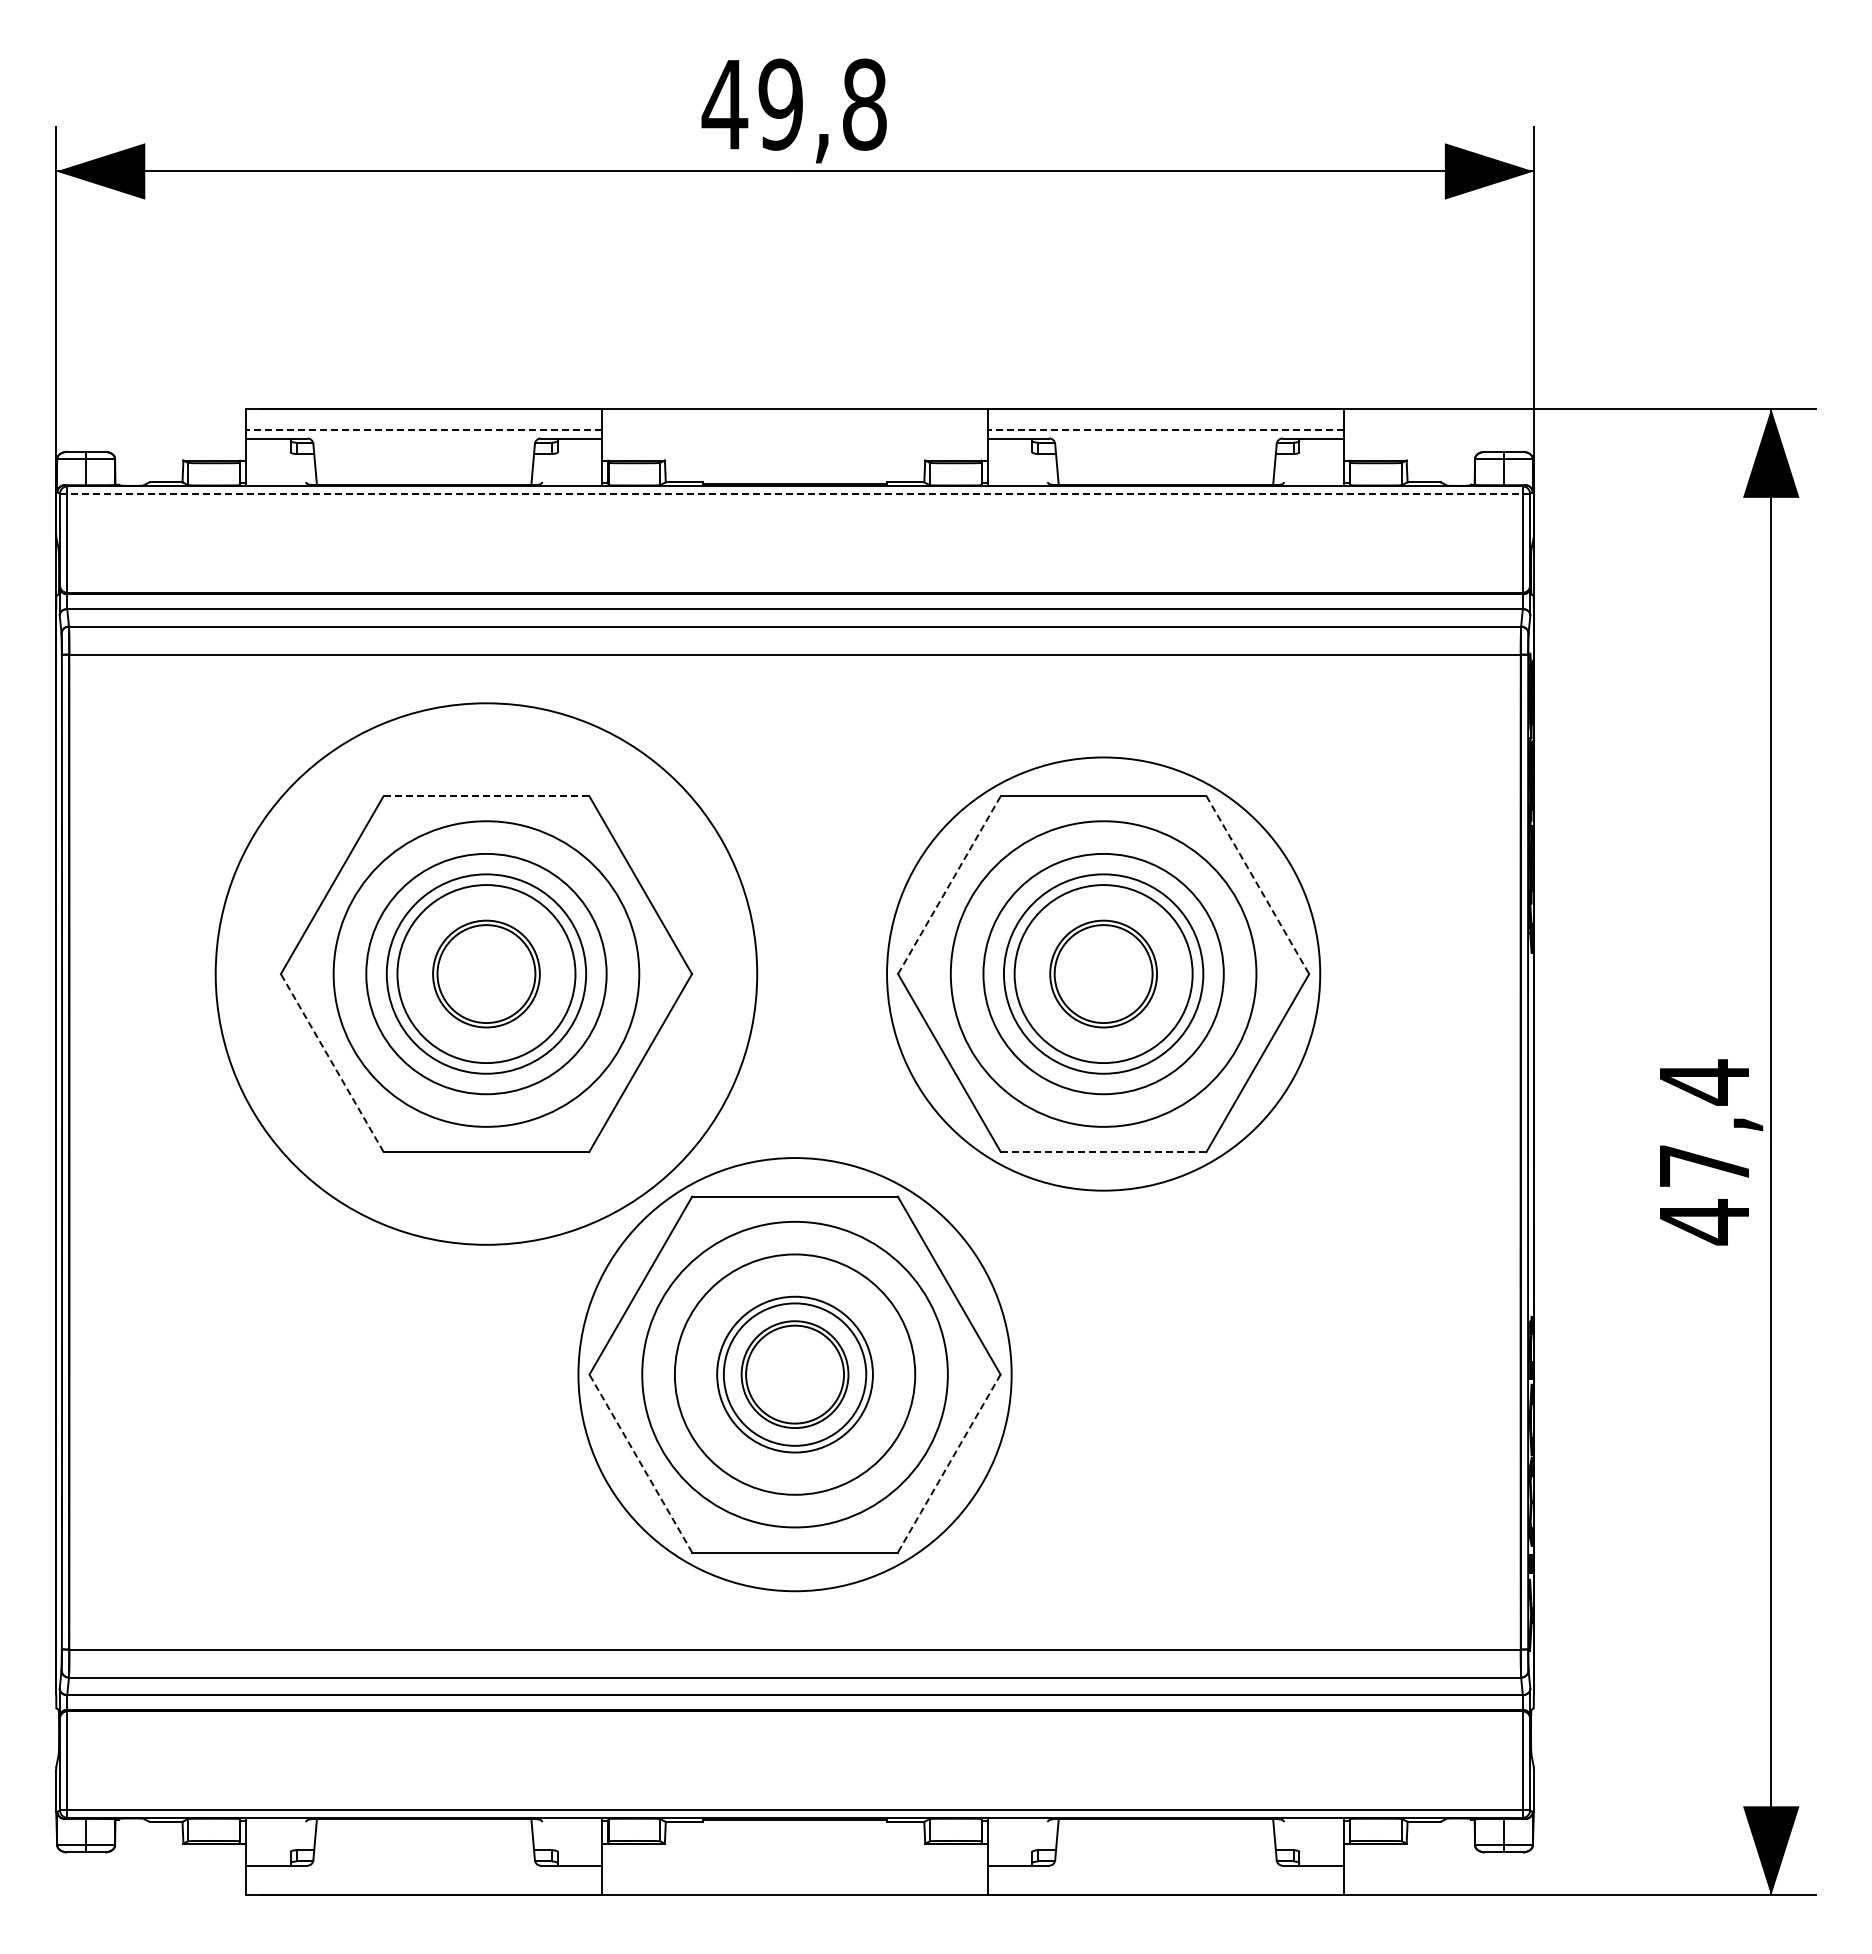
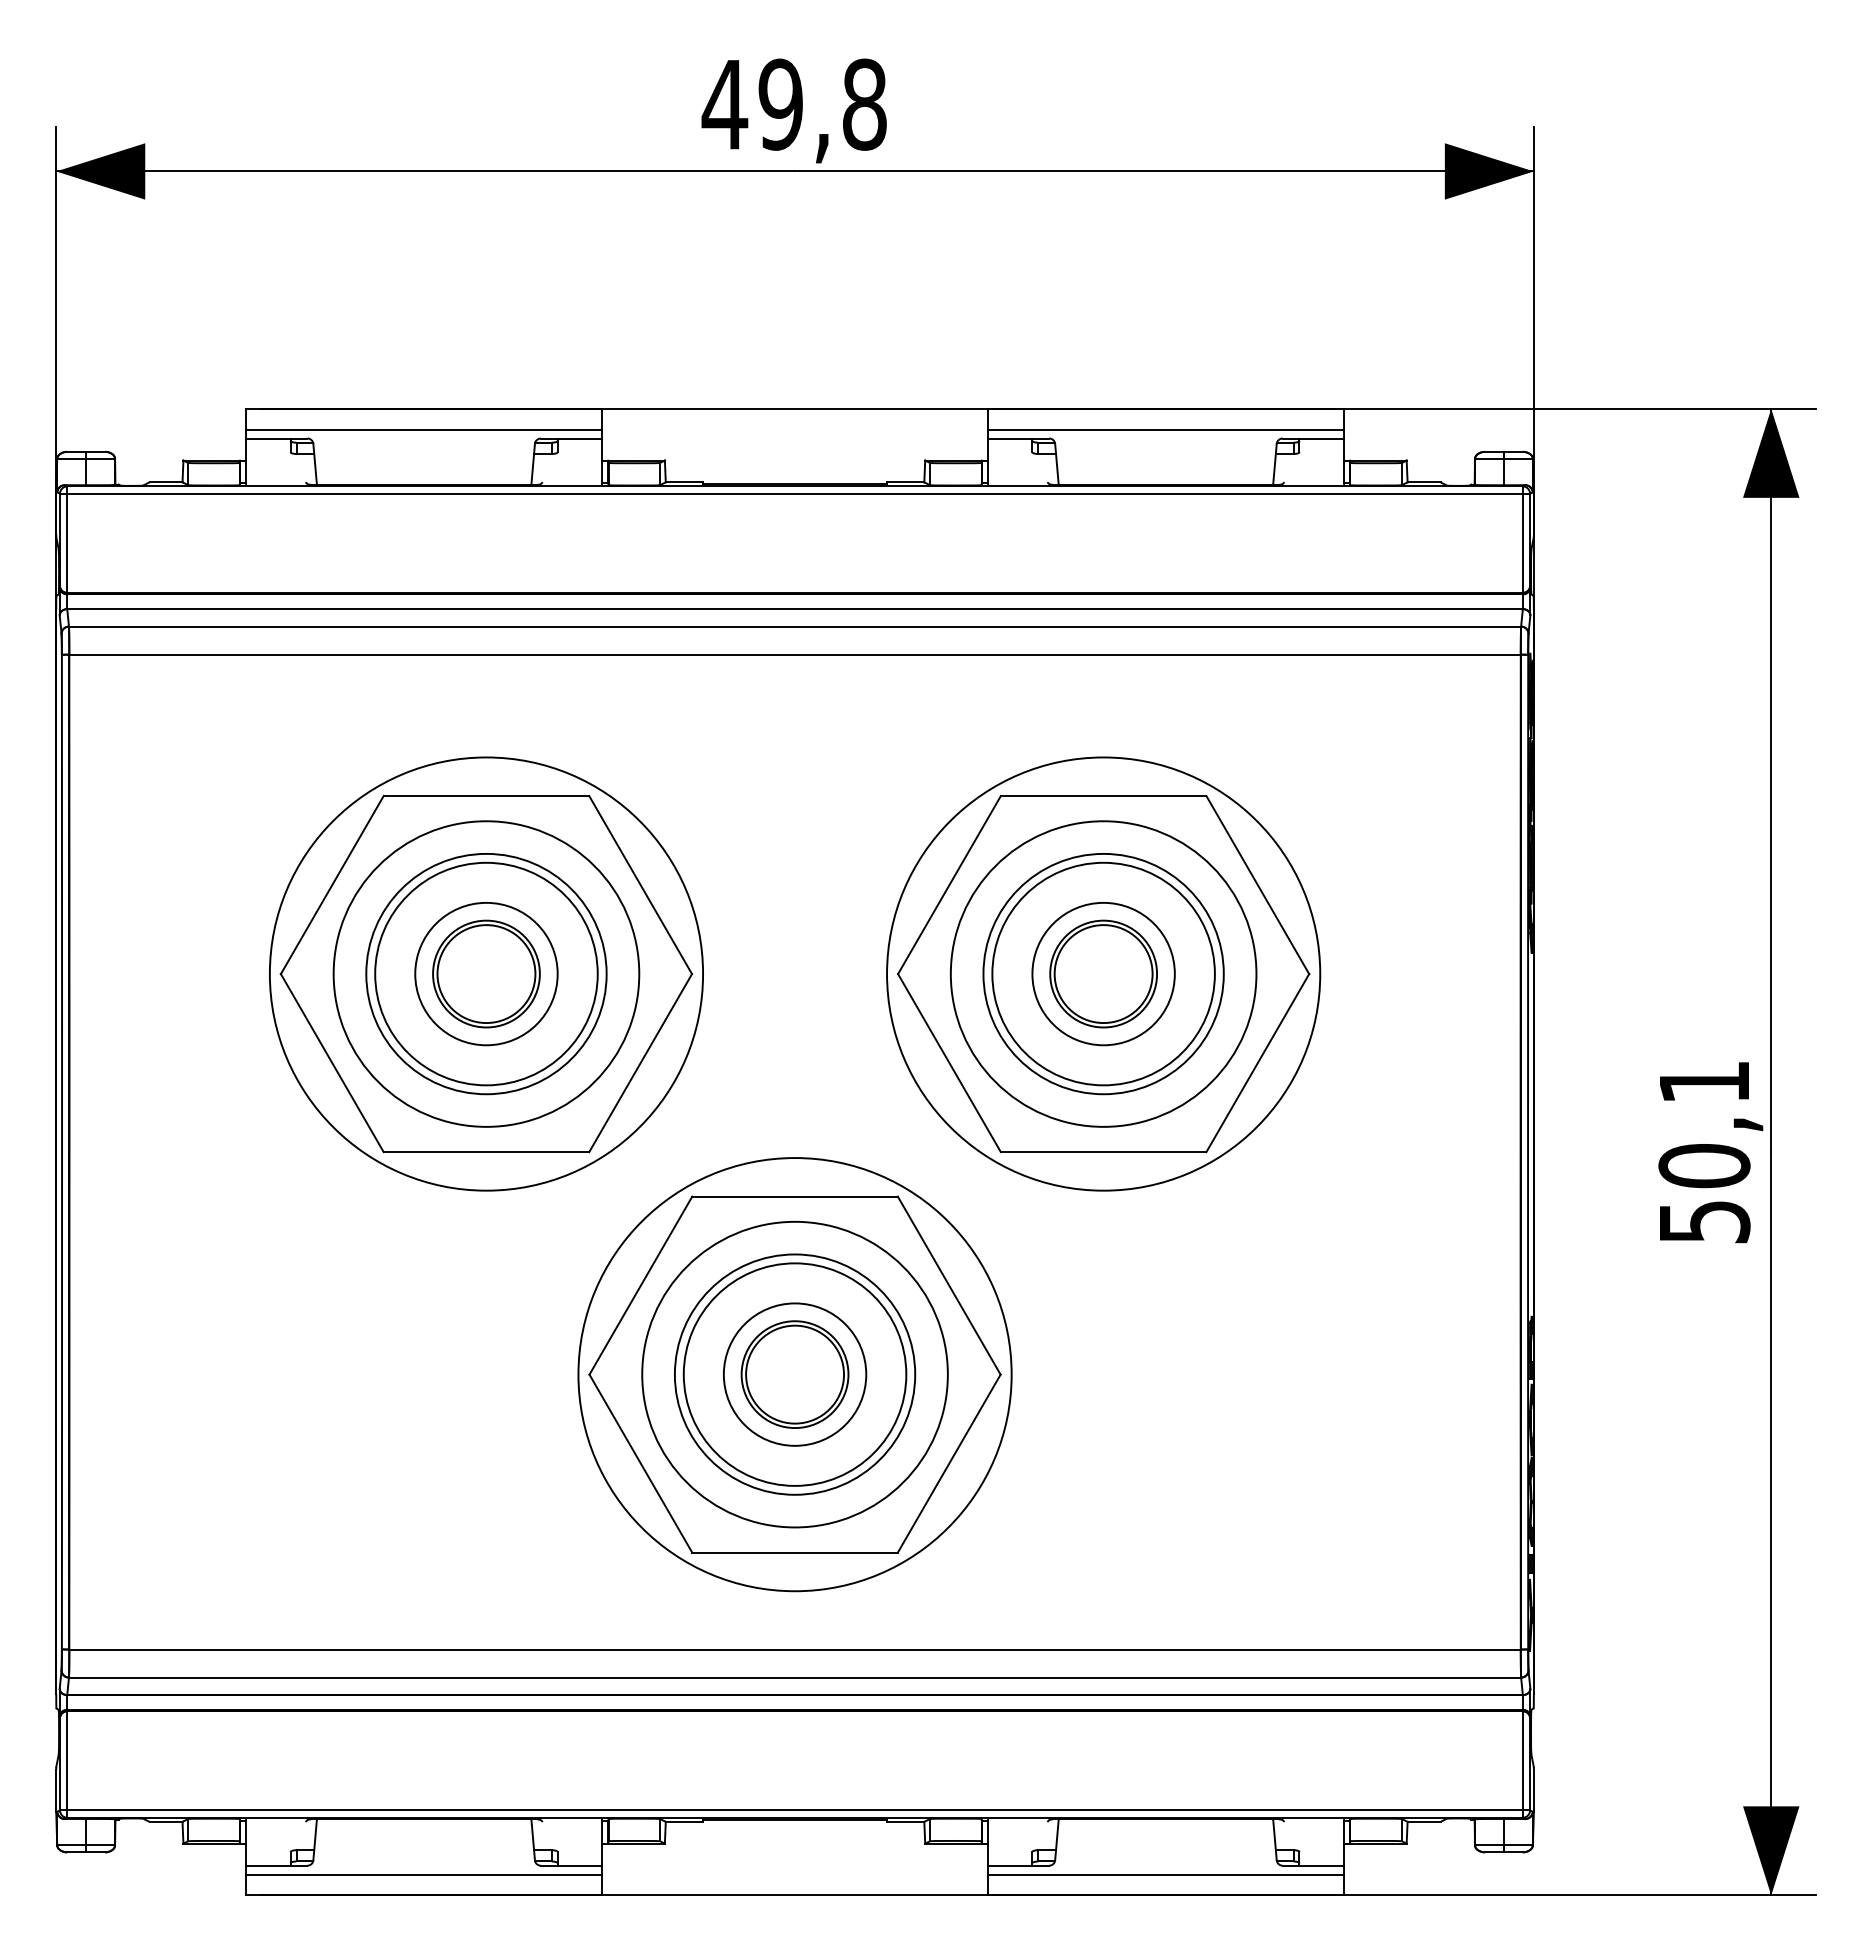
line at (423, 429): dashed -> solid
line at (1165, 429): dashed -> solid
line at (794, 493): dashed -> solid
line at (486, 796): dashed -> solid
line at (949, 885): dashed -> solid
line at (1257, 885): dashed -> solid
circle at (486, 973) diameter: 199 px -> 142 px
circle at (486, 973) diameter: 542 px -> 433 px
circle at (1103, 973) diameter: 199 px -> 142 px
circle at (486, 974) diameter: 178 px -> 223 px
circle at (1103, 974) diameter: 178 px -> 223 px
line at (332, 1063): dashed -> solid
line at (1103, 1152): dashed -> solid
text at (1704, 1152): 47,4 -> 50,1
circle at (794, 1374) diameter: 156 px -> 223 px
line at (640, 1463): dashed -> solid
line at (949, 1463): dashed -> solid
line at (424, 1874): none -> present
line at (1165, 1874): none -> present
